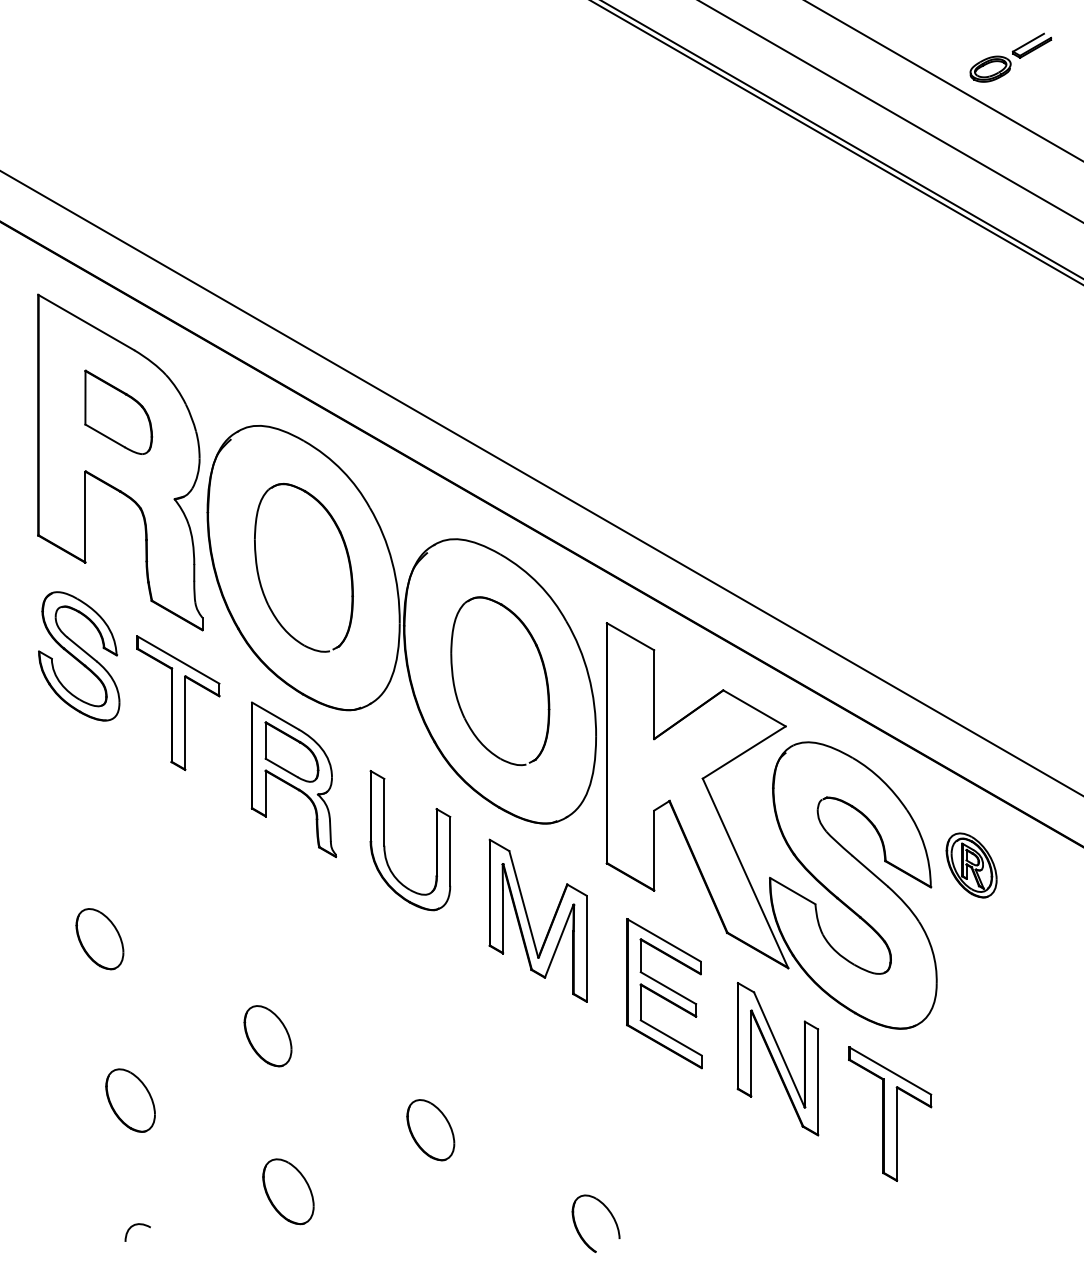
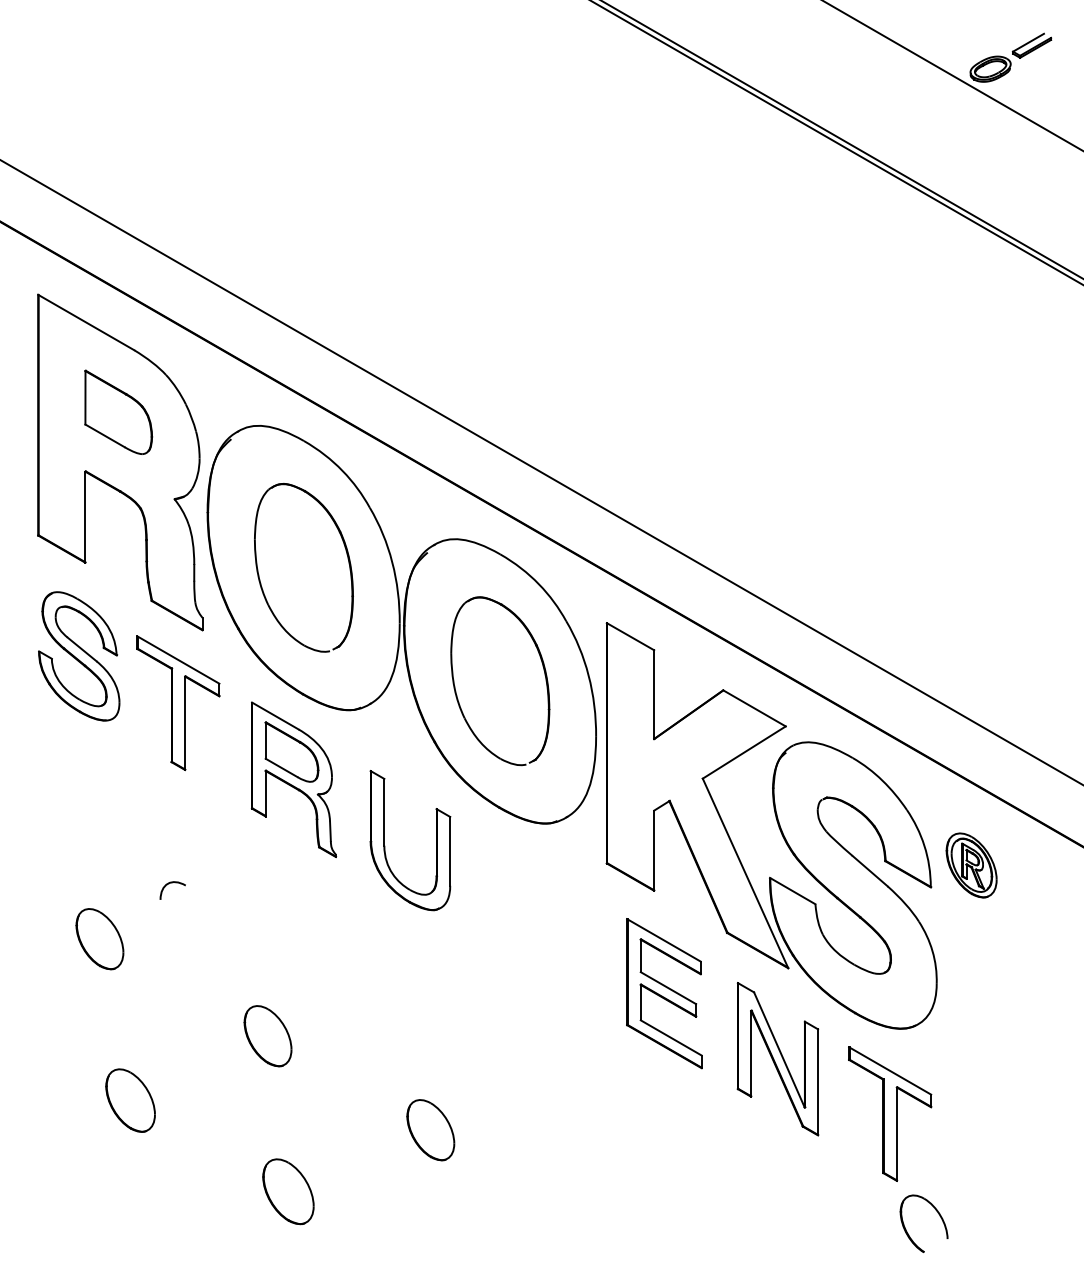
line at (943, 80) position: (943, 80) -> (952, 75)
line at (890, 111): present -> none
line at (541, 483) position: (541, 483) -> (541, 472)
part at (529, 920): present -> none
part at (611, 1216) position: (611, 1216) -> (939, 1216)
curve at (134, 1226) position: (134, 1226) -> (169, 884)
